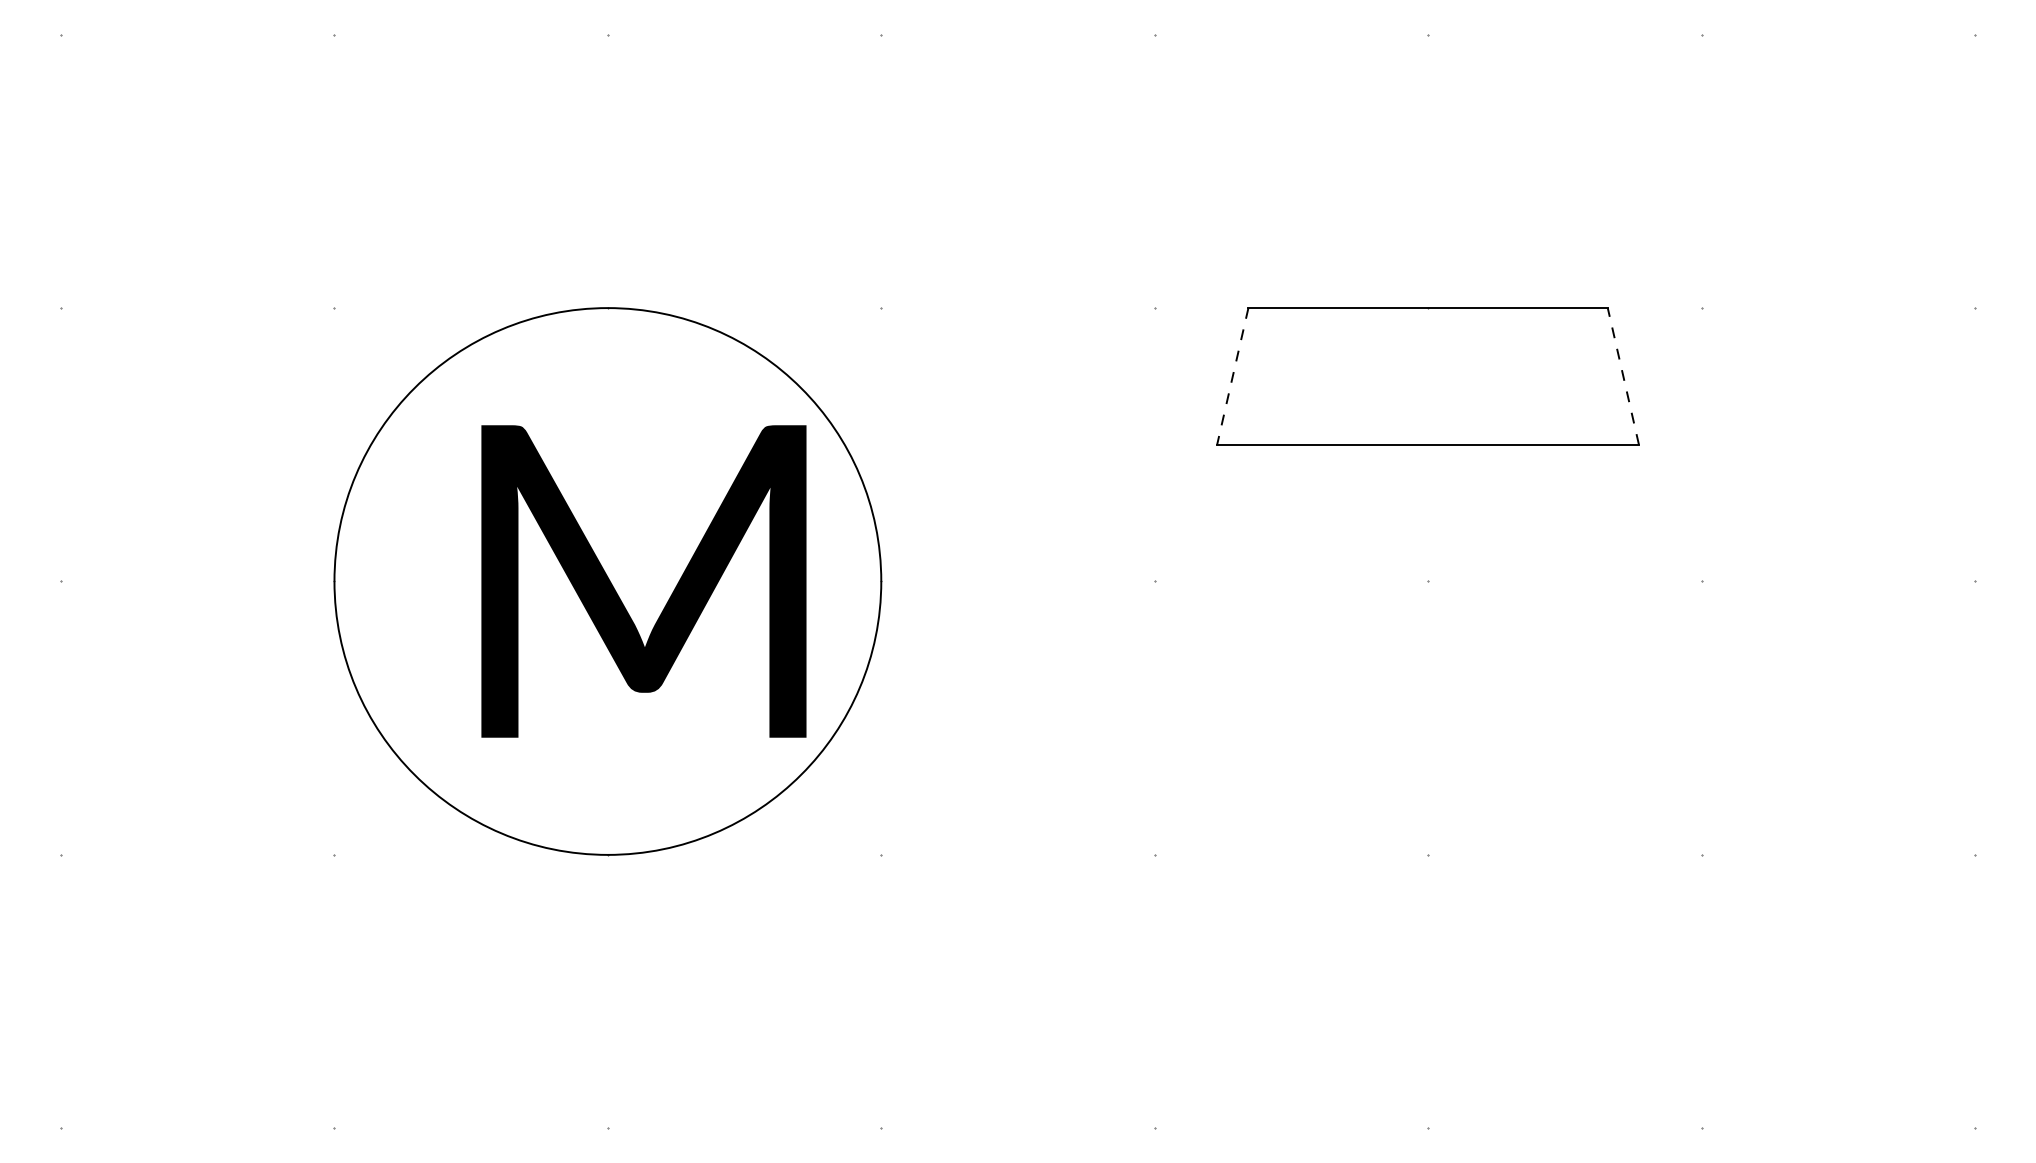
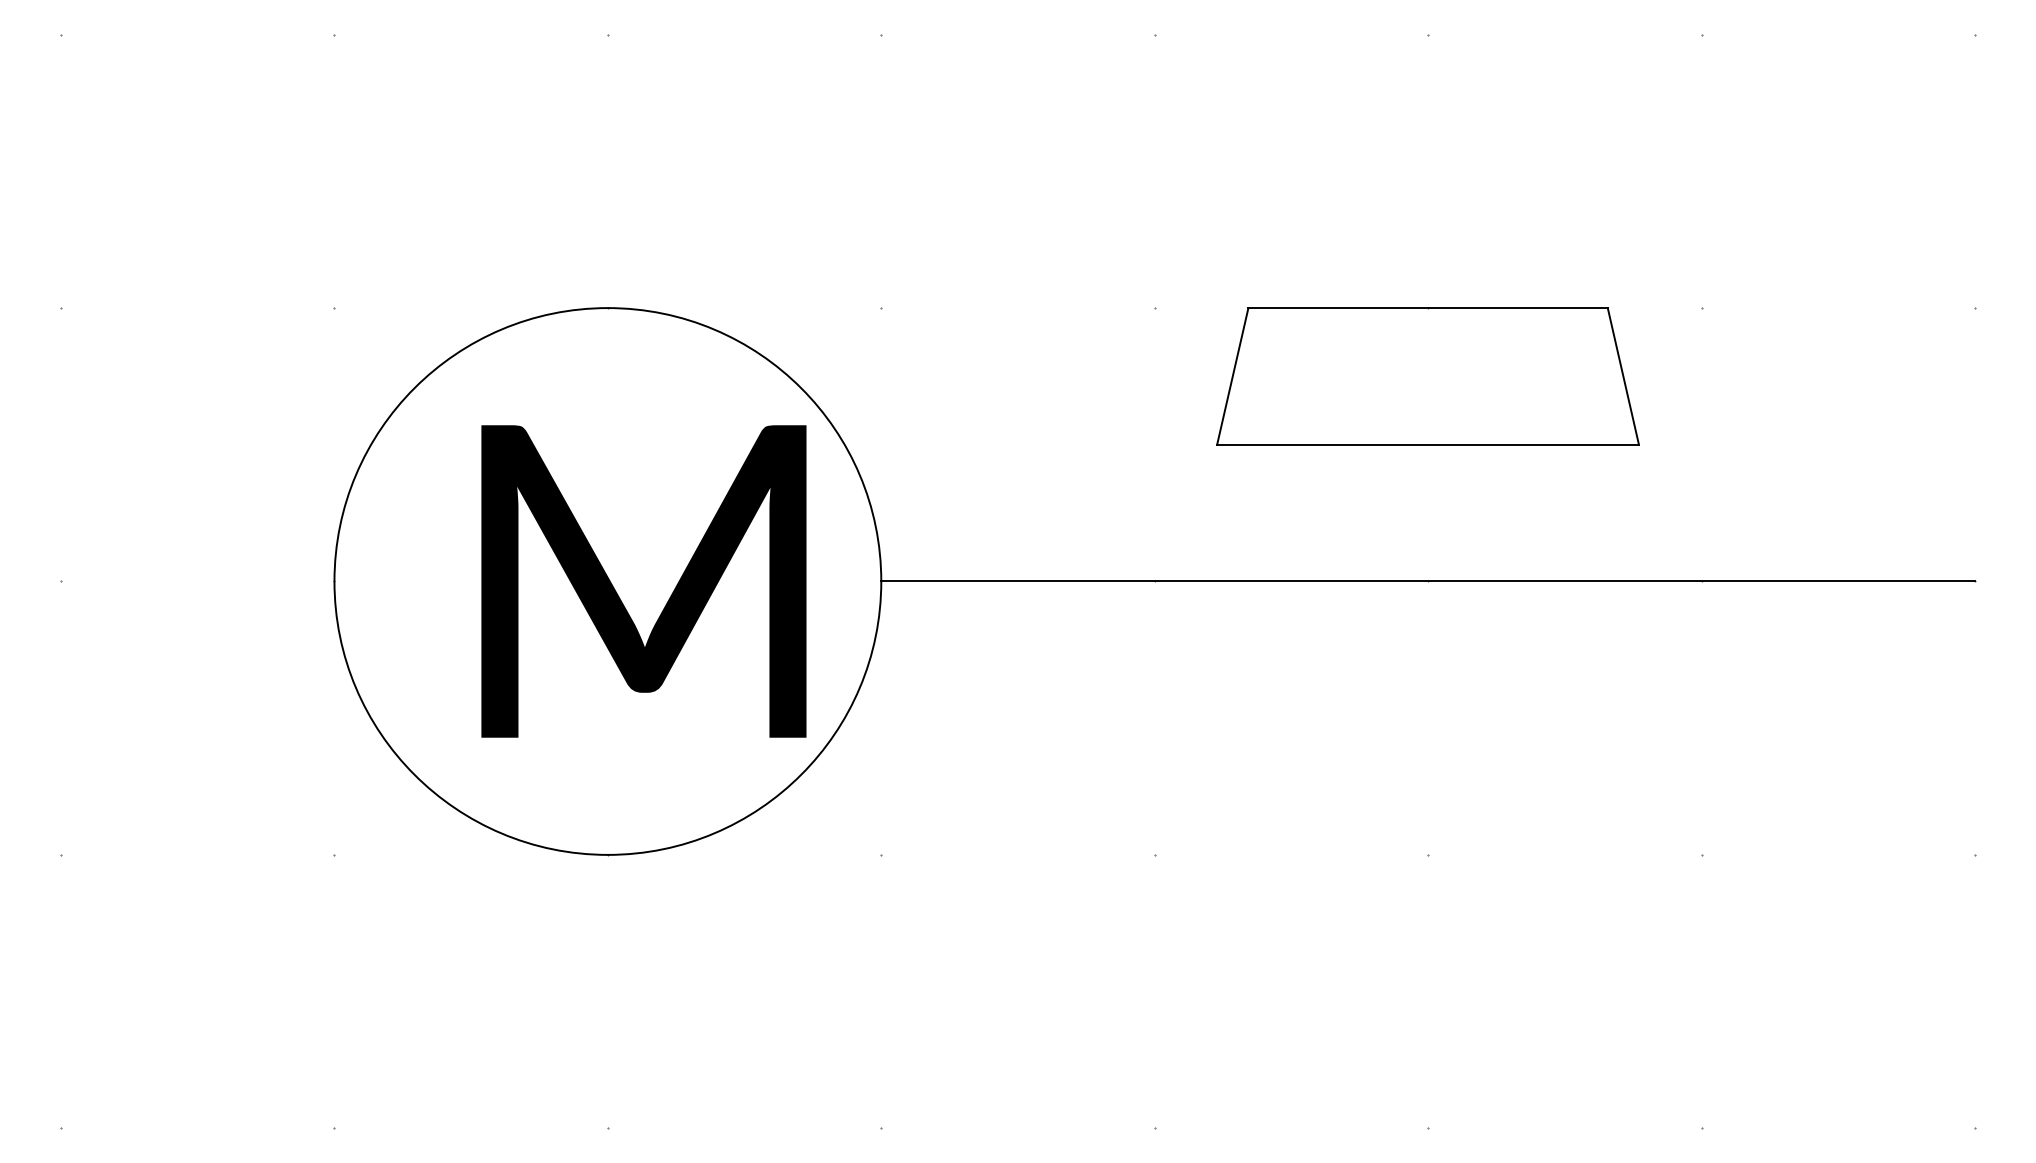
line at (1623, 375): dashed -> solid
line at (1232, 376): dashed -> solid
line at (1427, 581): none -> present
